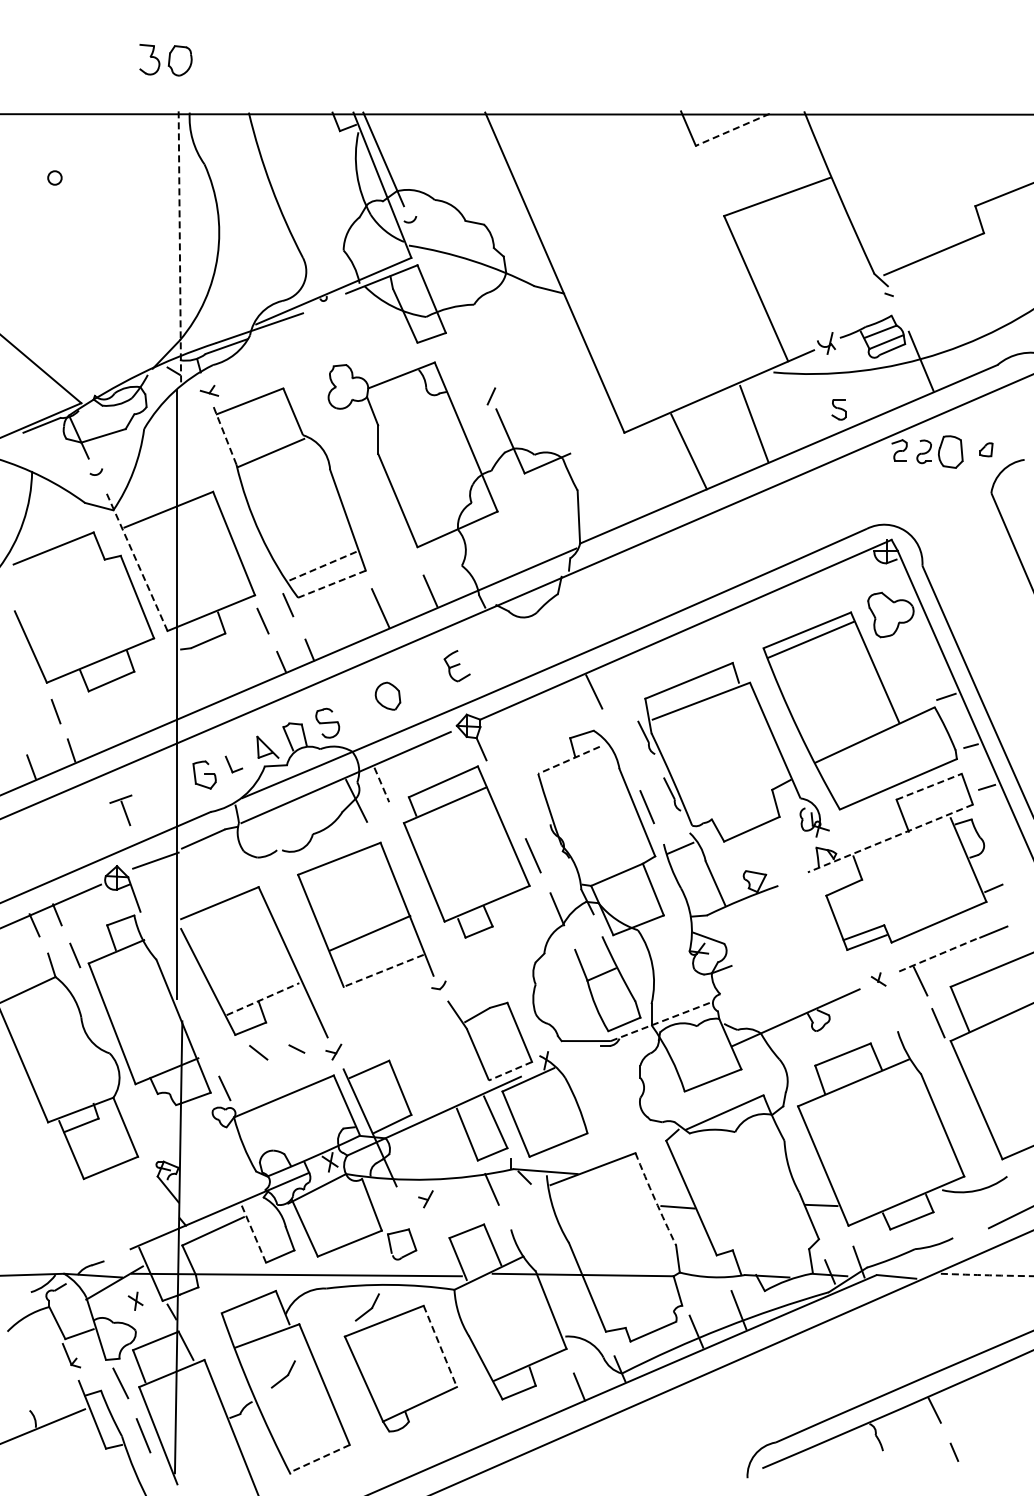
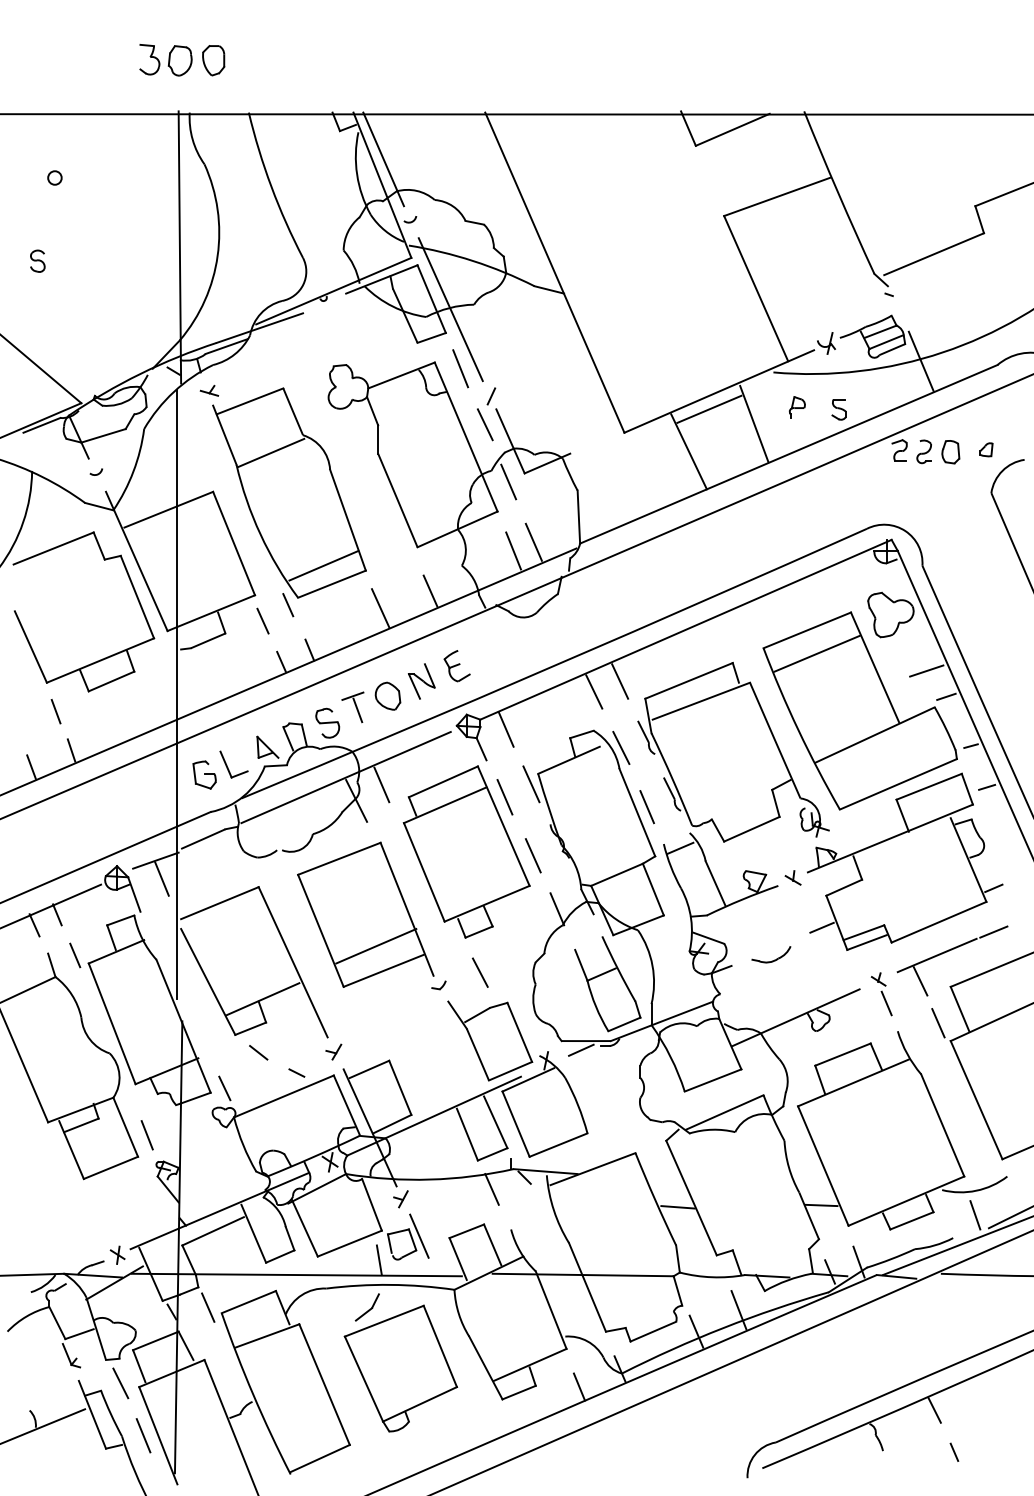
part at (213, 60): none -> present
line at (732, 130): dashed -> solid
line at (179, 247): dashed -> solid
part at (37, 260): none -> present
line at (450, 309): none -> present
line at (460, 368): none -> present
part at (796, 407): none -> present
line at (709, 408): none -> present
line at (484, 424): none -> present
line at (224, 435): dashed -> solid
part at (950, 451) size: 26x34 px -> 20x25 px
line at (508, 481): none -> present
line at (533, 541): none -> present
line at (513, 550): none -> present
line at (136, 560): dashed -> solid
line at (323, 565): dashed -> solid
line at (331, 584): dashed -> solid
line at (810, 639) position: (810, 639) -> (816, 653)
line at (926, 670): none -> present
part at (421, 681): none -> present
line at (620, 681): none -> present
line at (505, 729): none -> present
line at (621, 747): none -> present
line at (569, 760): dashed -> solid
part at (233, 764) size: 20x19 px -> 30x29 px
line at (381, 784): dashed -> solid
line at (531, 784): none -> present
line at (929, 786): dashed -> solid
line at (504, 797): none -> present
part at (120, 810) position: (120, 810) -> (352, 707)
line at (889, 838): dashed -> solid
part at (792, 877): none -> present
line at (161, 878): none -> present
line at (821, 927): none -> present
line at (370, 933) position: (370, 933) -> (376, 946)
part at (771, 954): none -> present
line at (937, 955): dashed -> solid
line at (383, 971): dashed -> solid
line at (479, 972): none -> present
line at (263, 999): dashed -> solid
line at (886, 1003): none -> present
line at (661, 1021): dashed -> solid
line at (296, 1048) position: (296, 1048) -> (296, 1072)
line at (581, 1049): none -> present
line at (510, 1071): dashed -> solid
line at (146, 1135): none -> present
part at (425, 1199) position: (425, 1199) -> (400, 1199)
arc at (655, 1199): dashed -> solid
line at (975, 1215): none -> present
line at (253, 1233): dashed -> solid
line at (419, 1235): none -> present
line at (956, 1246): none -> present
line at (378, 1260): none -> present
arc at (987, 1275): dashed -> solid
part at (135, 1300) position: (135, 1300) -> (117, 1254)
line at (208, 1307): none -> present
line at (440, 1346): dashed -> solid
part at (282, 1374): present -> none
line at (320, 1458): dashed -> solid
